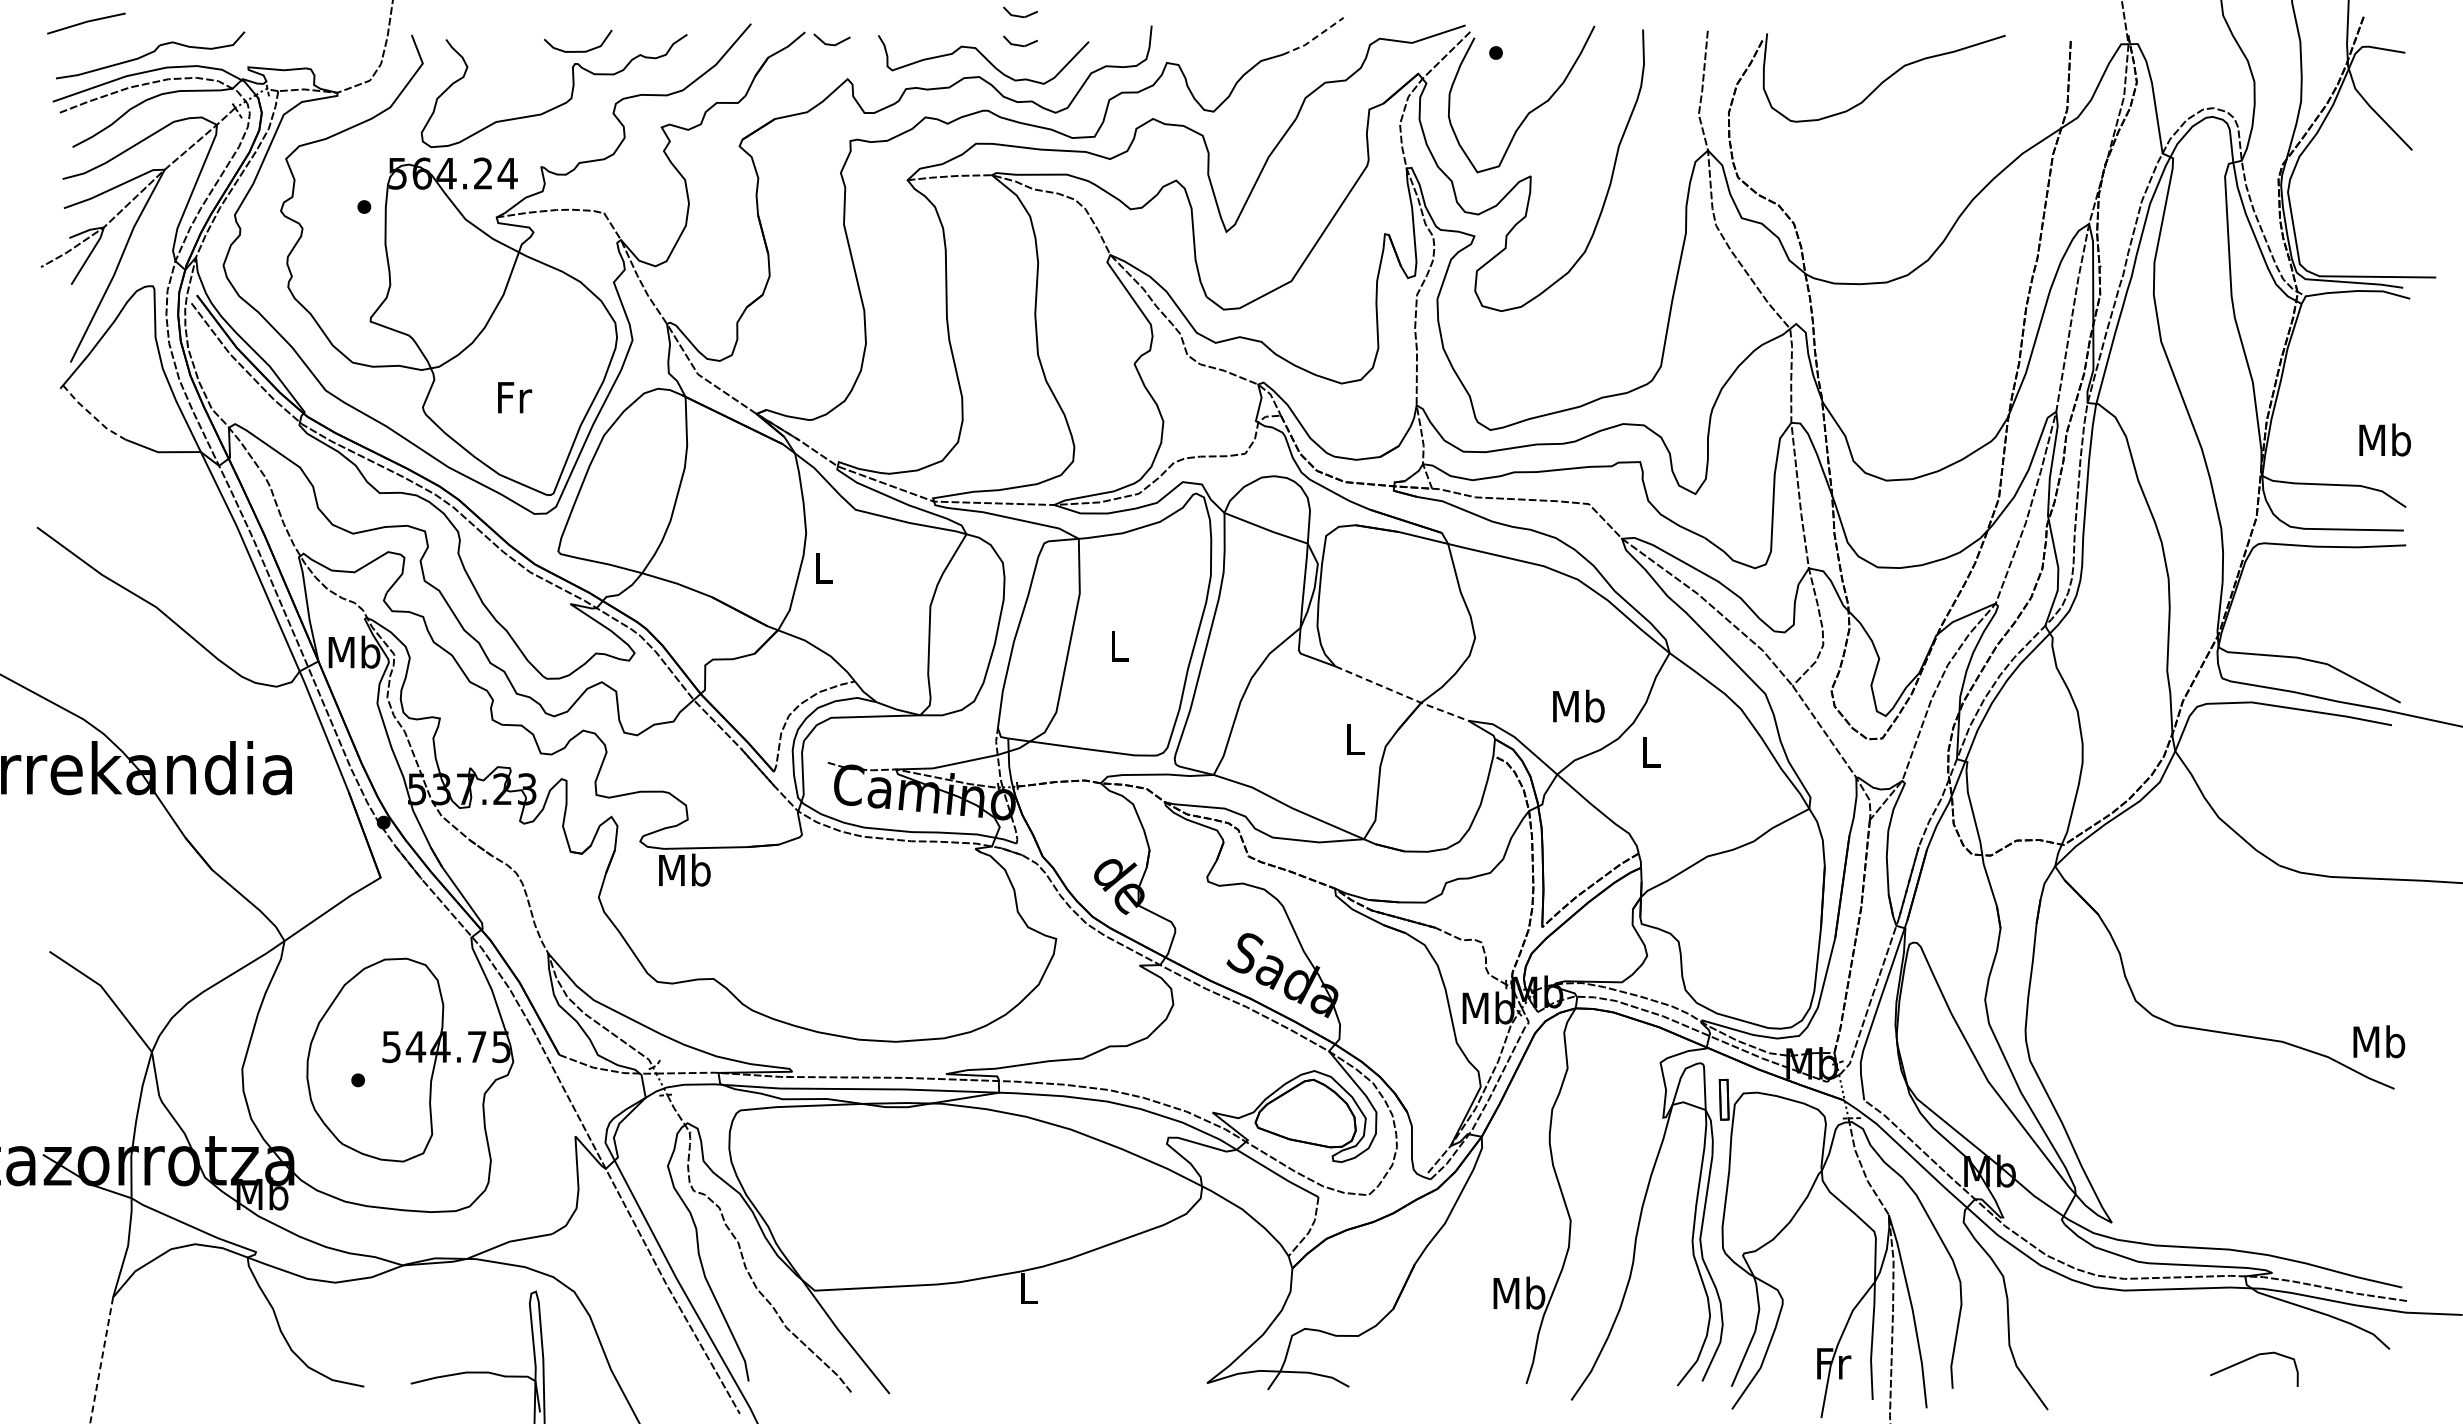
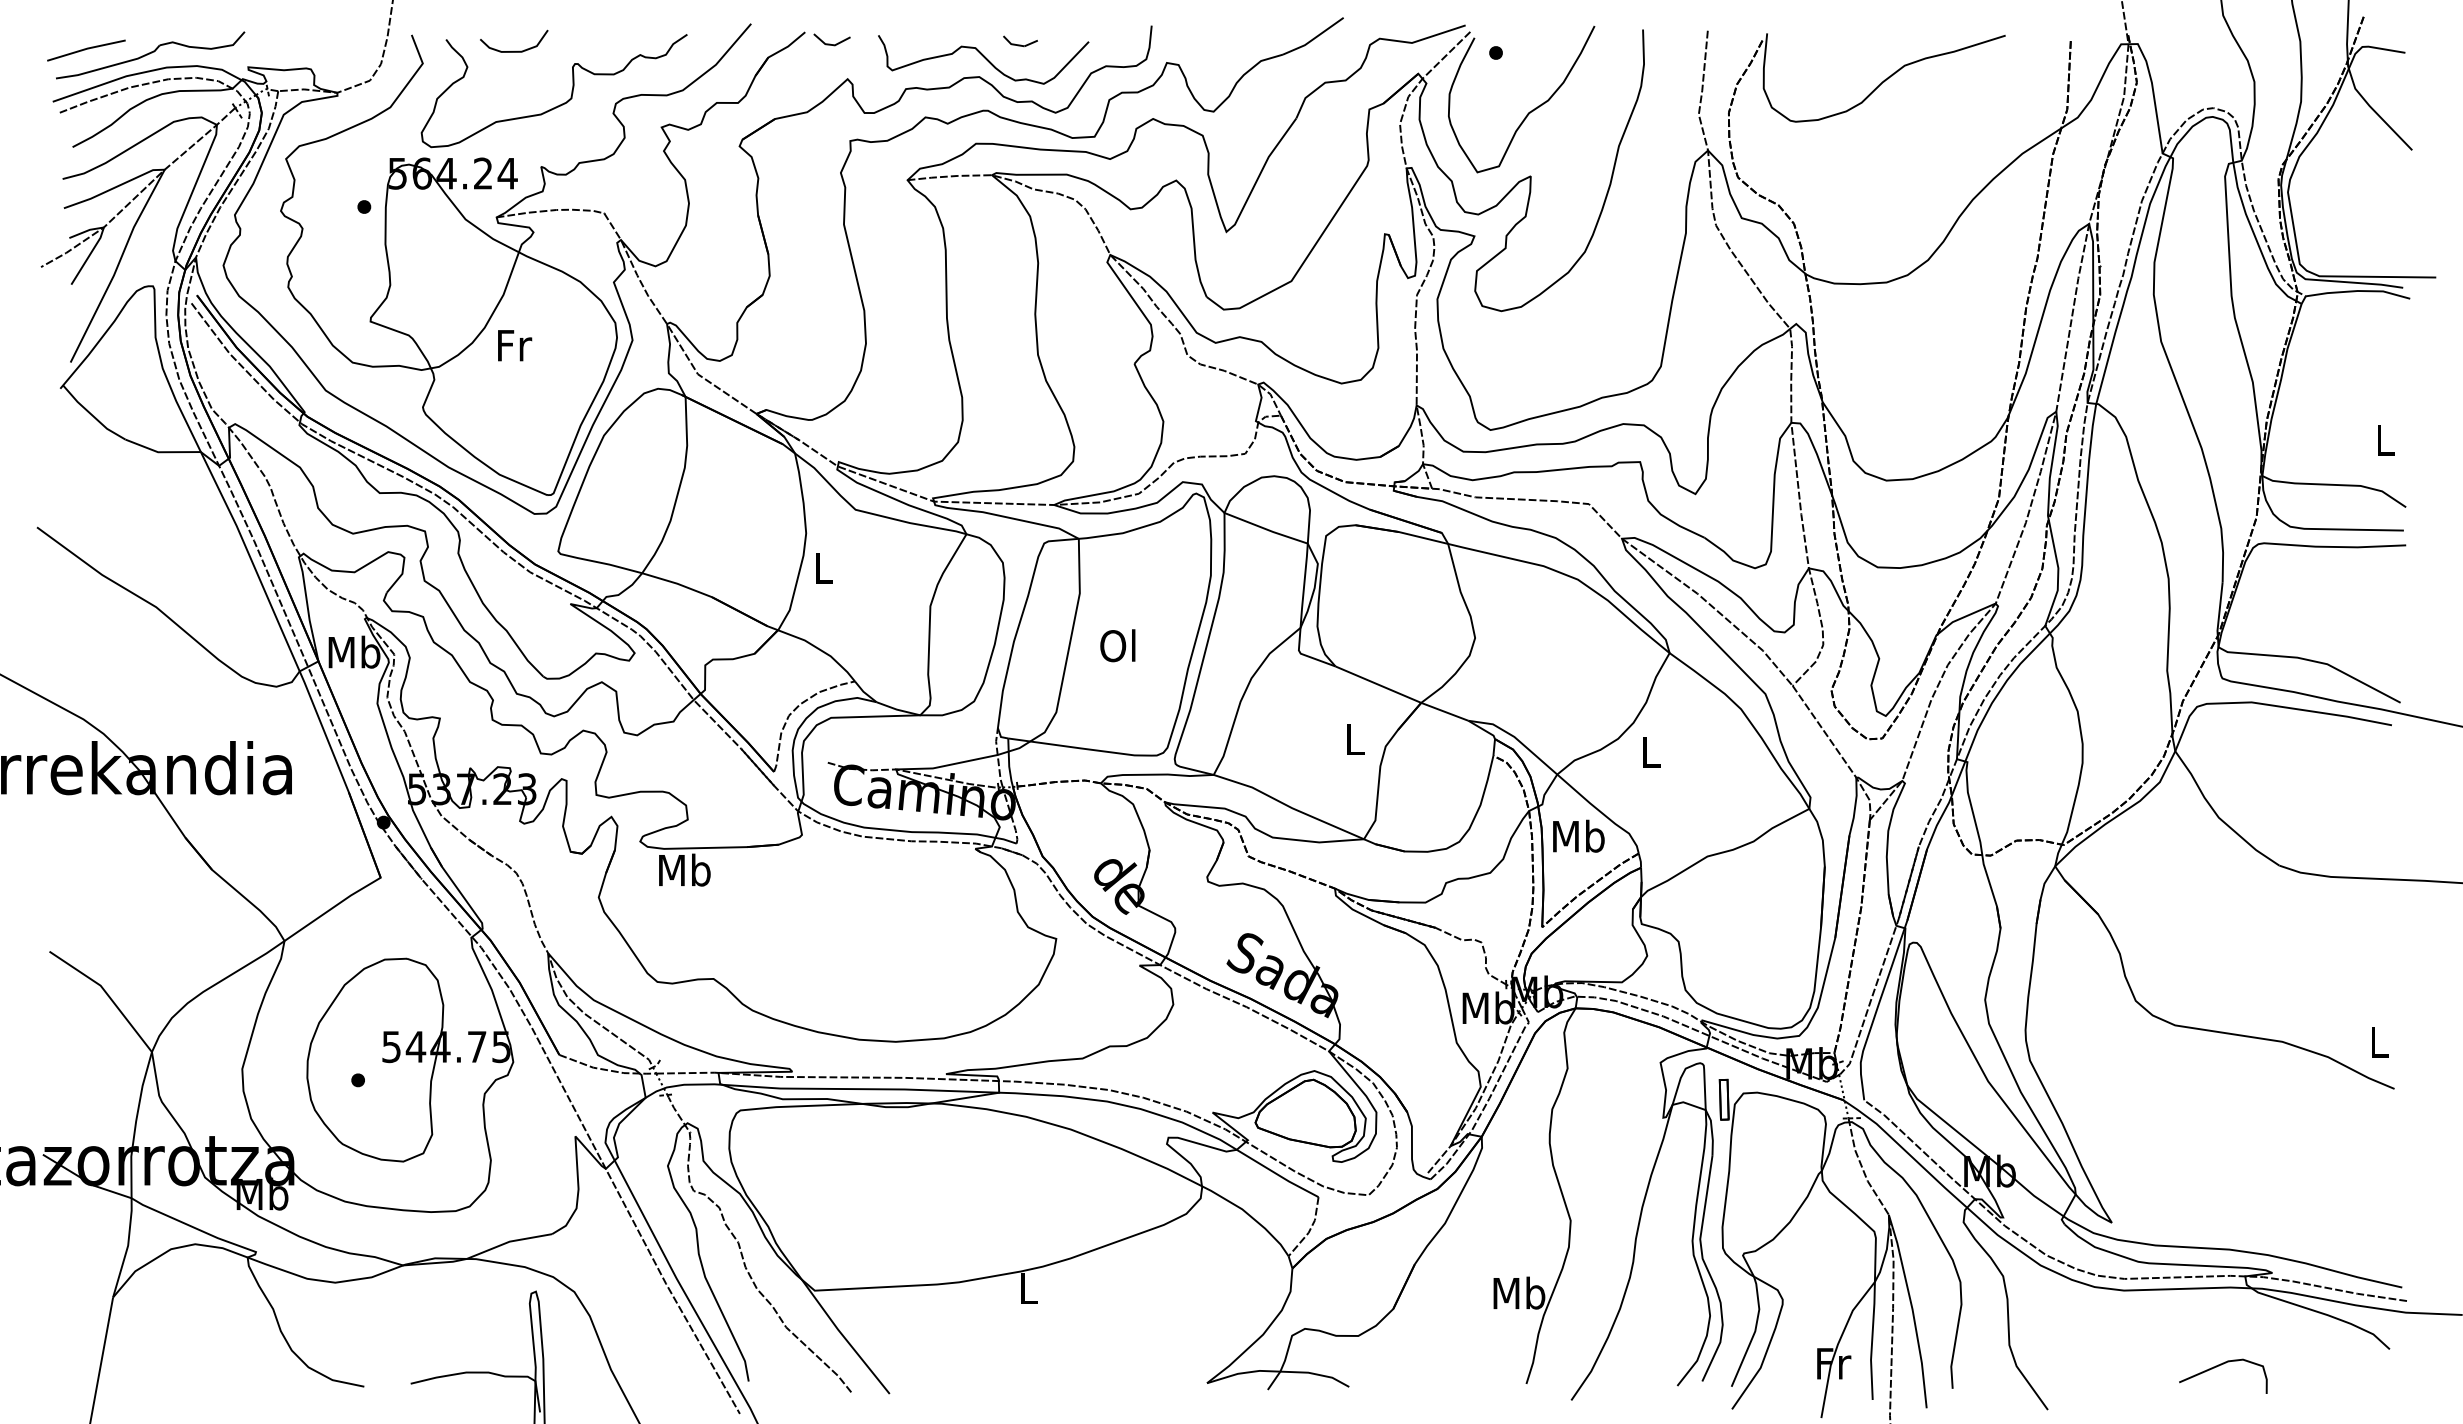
part at (1020, 12): present -> none
line at (86, 22) position: (86, 22) -> (86, 49)
line at (1314, 38): dashed -> solid
curve at (579, 50) position: (579, 50) -> (515, 50)
text at (515, 397) position: (515, 397) -> (515, 345)
line at (92, 415): dashed -> solid
text at (2385, 439): Mb -> L
text at (1117, 645): L -> Ol
line at (1402, 694): dashed -> solid
text at (1578, 705) position: (1578, 705) -> (1578, 835)
text at (2379, 1041): Mb -> L
curve at (2250, 1359) position: (2250, 1359) -> (2219, 1366)
line at (101, 1360): dashed -> solid
